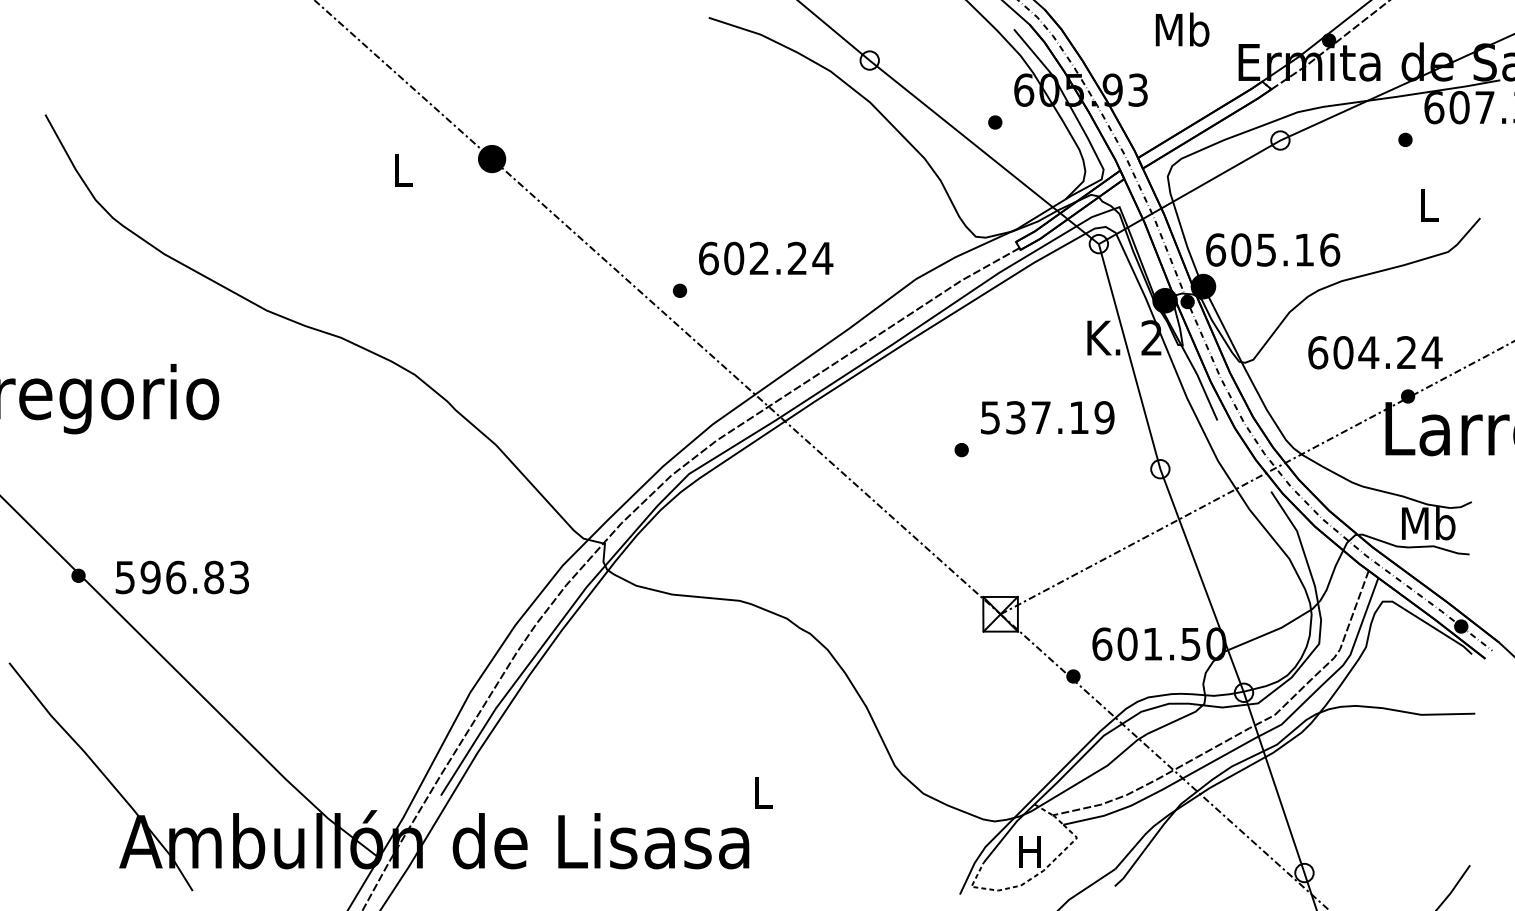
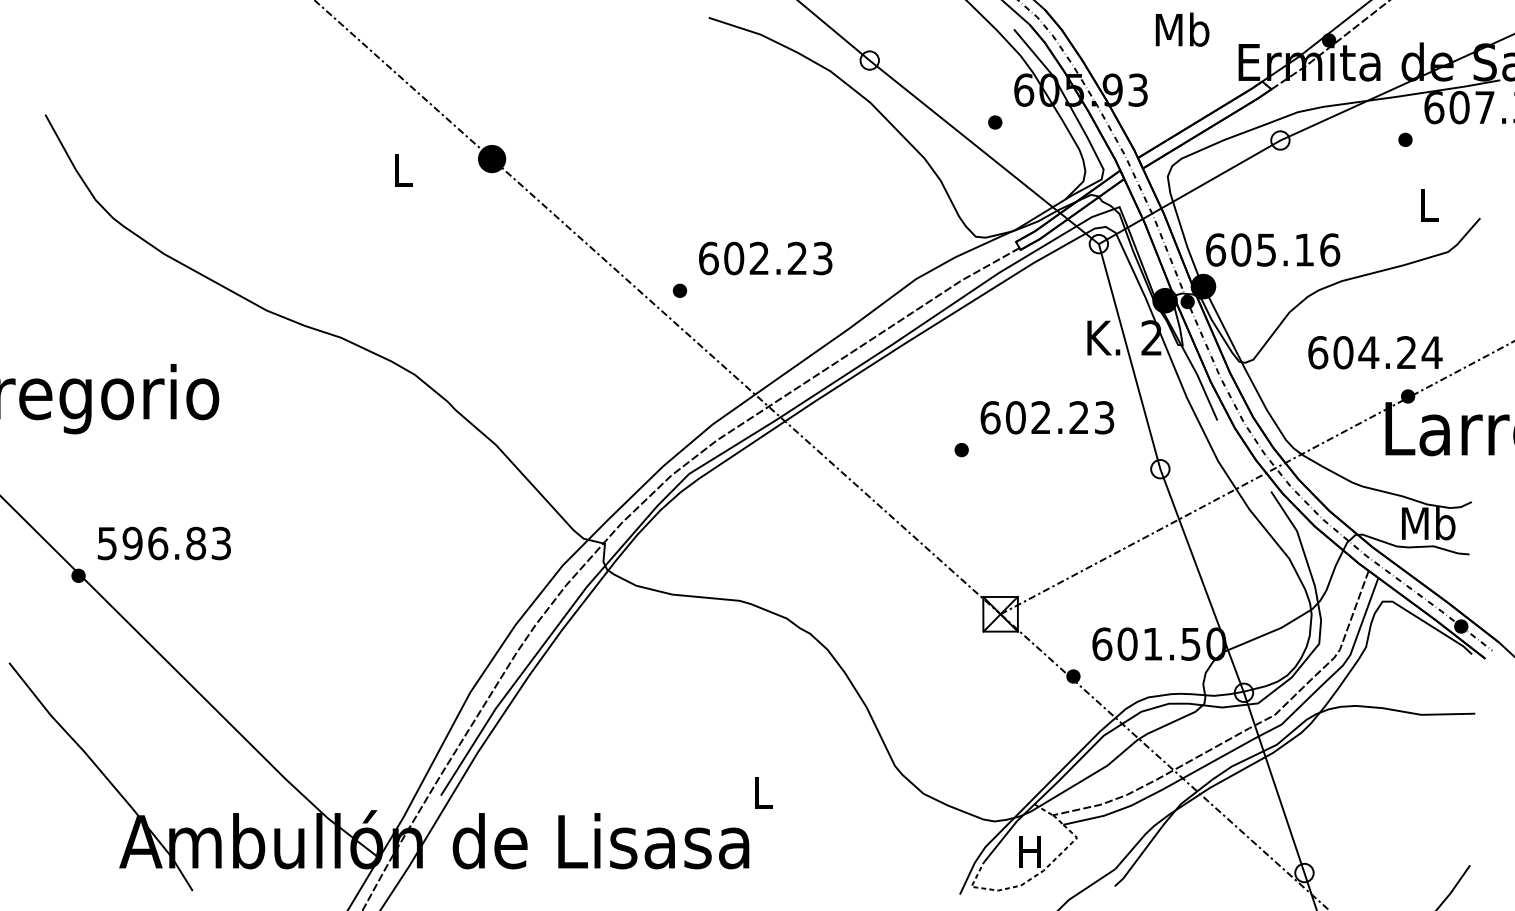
text at (822, 258): 602.24 -> 602.23
text at (1047, 417): 537.19 -> 602.23
text at (181, 577) position: (181, 577) -> (163, 543)
